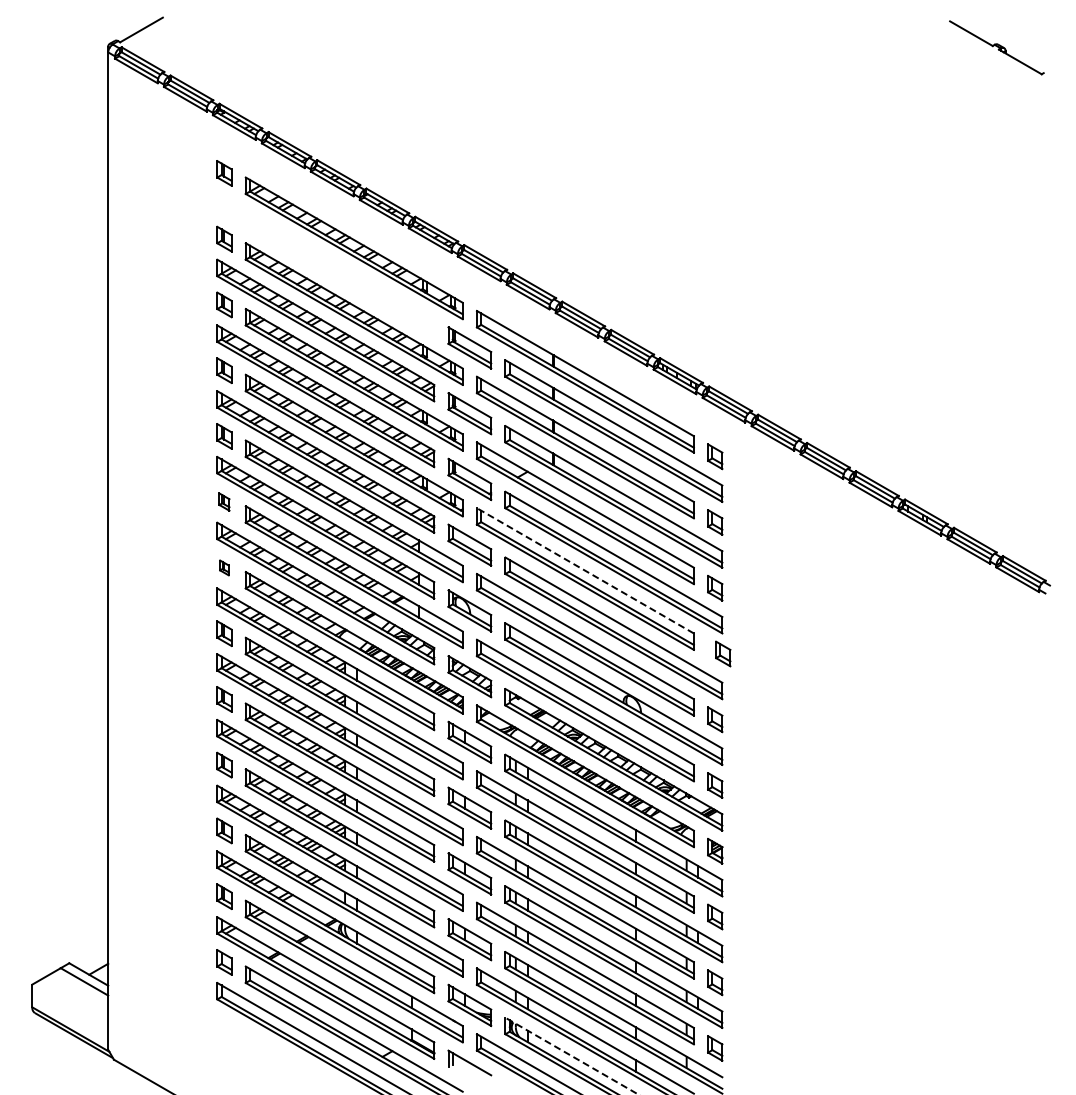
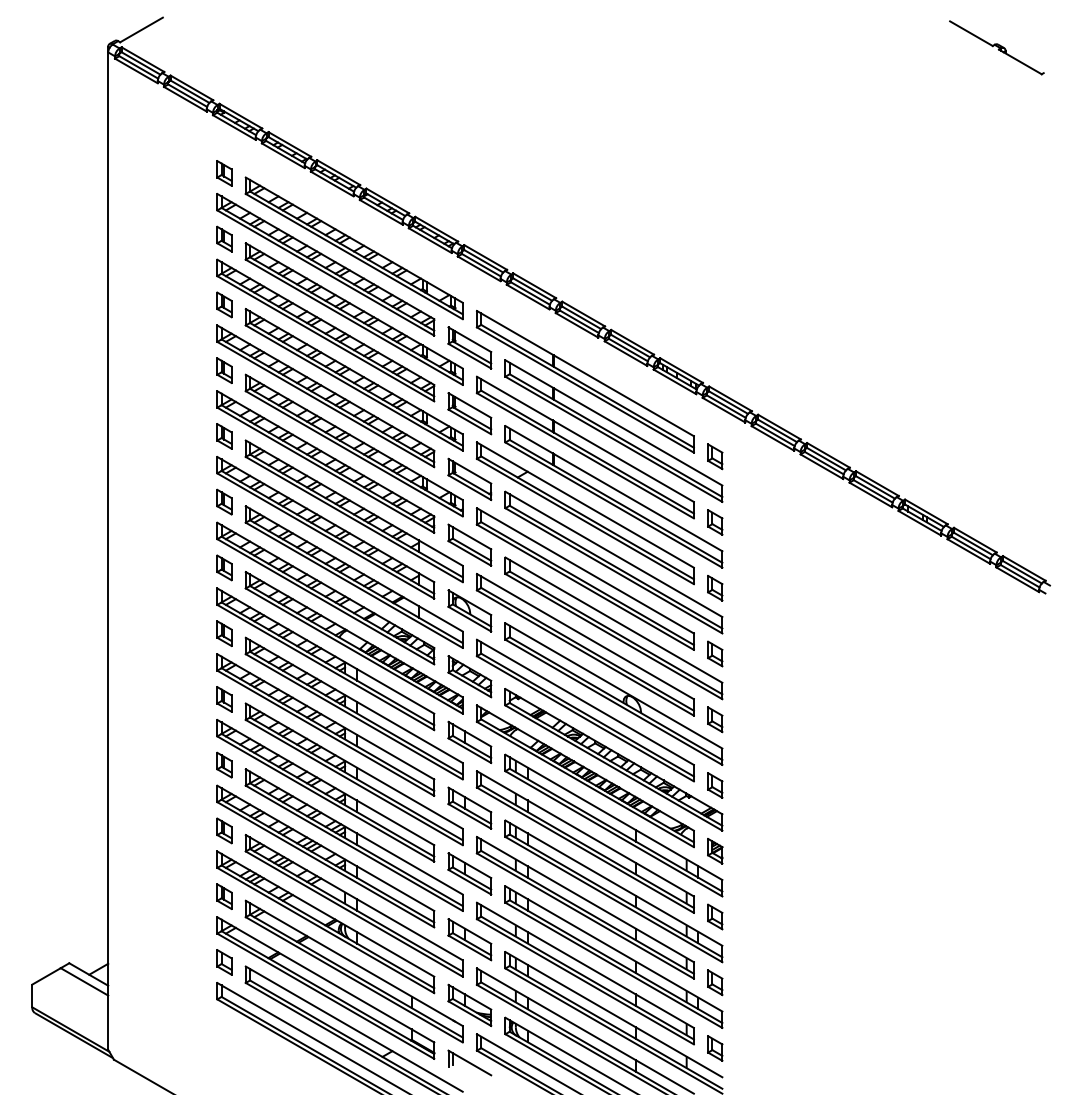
part at (325, 264): none -> present
part at (224, 501) size: 13x20 px -> 17x28 px
part at (224, 567) size: 11x18 px -> 17x28 px
line at (585, 570): dashed -> solid
part at (723, 653) position: (723, 653) -> (715, 653)
line at (572, 1056): dashed -> solid
